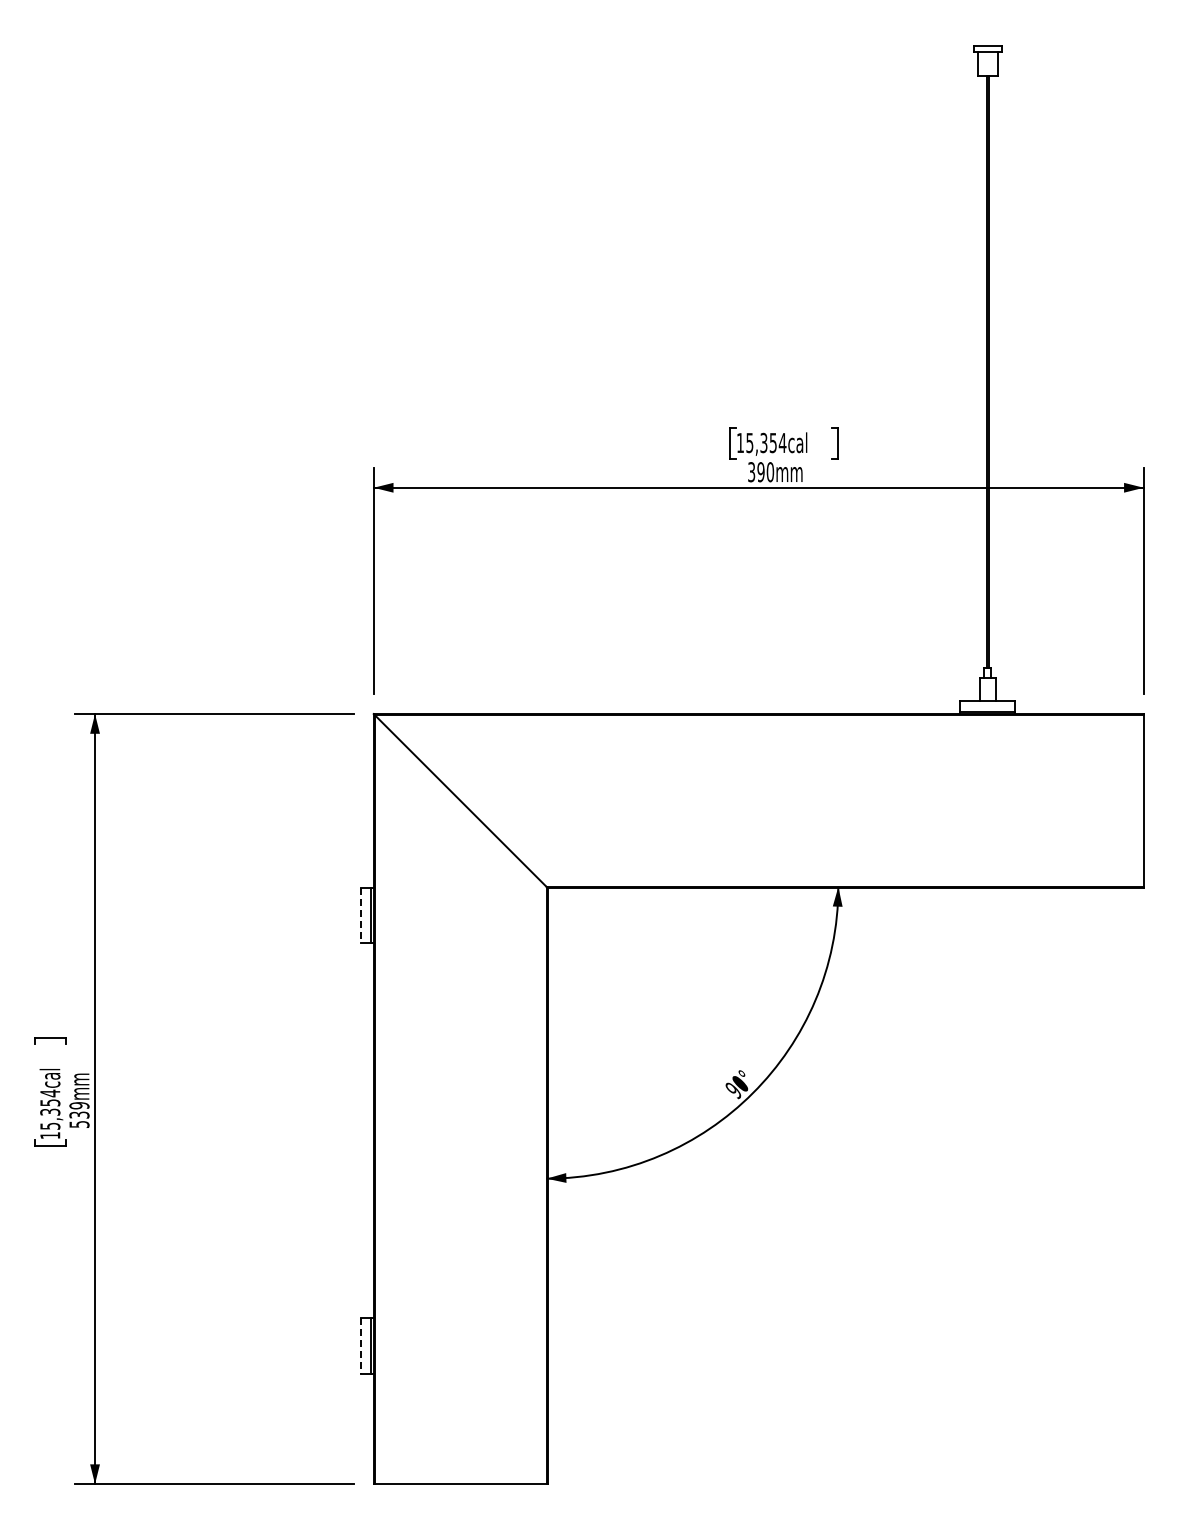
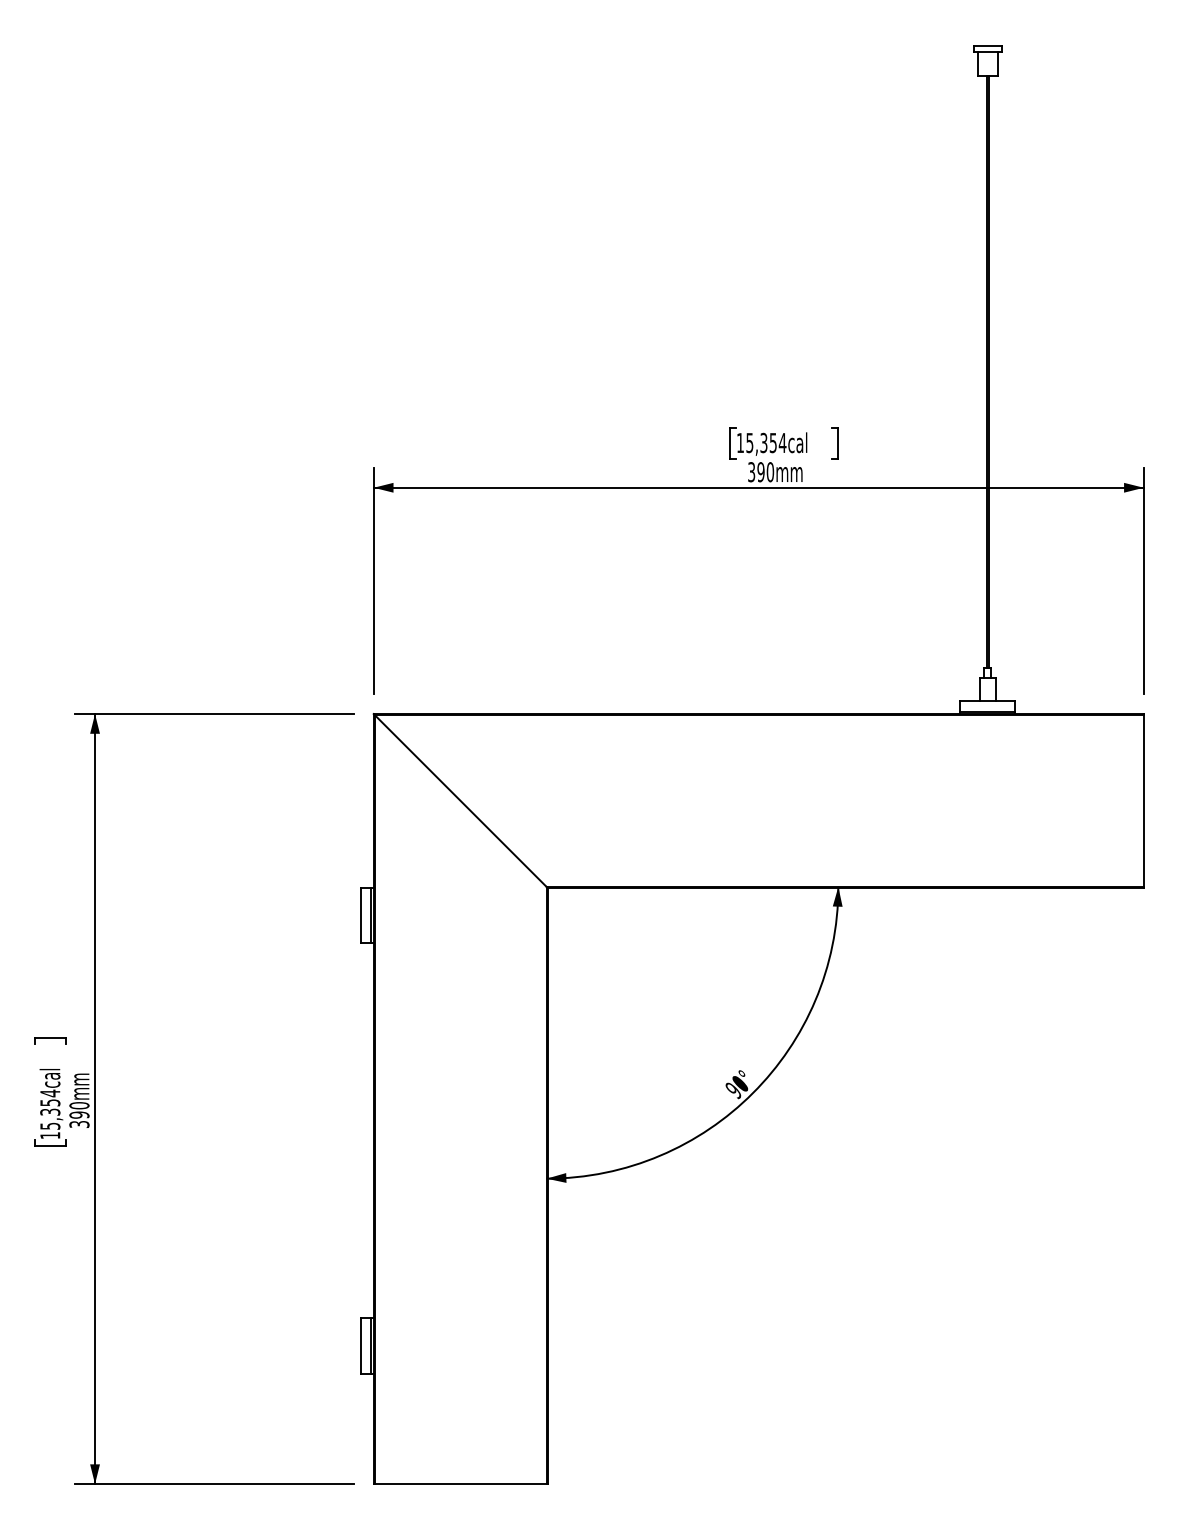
line at (361, 915): dashed -> solid
text at (79, 1114): 539mm -> 390mm
line at (361, 1345): dashed -> solid
